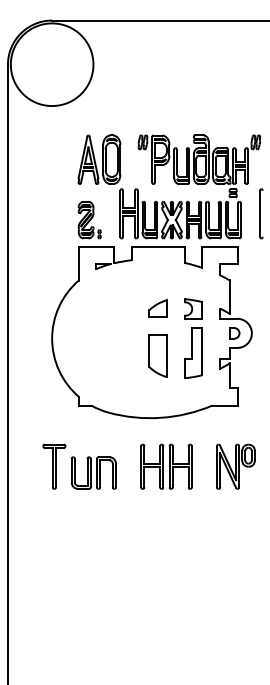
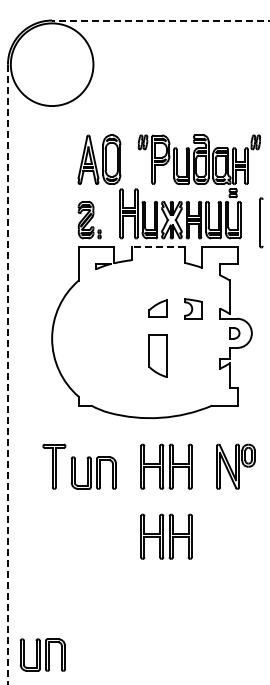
line at (161, 20): solid -> dashed
part at (261, 213) position: (261, 213) -> (261, 222)
line at (158, 246): solid -> dashed
part at (193, 352): present -> none
line at (7, 374): solid -> dashed
part at (166, 536): none -> present
part at (42, 654): none -> present
